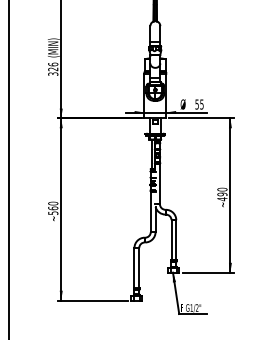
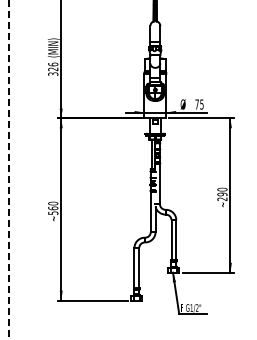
text at (196, 104): 55 -> 75
line at (9, 169): solid -> dashed
text at (222, 199): ~490 -> ~290
